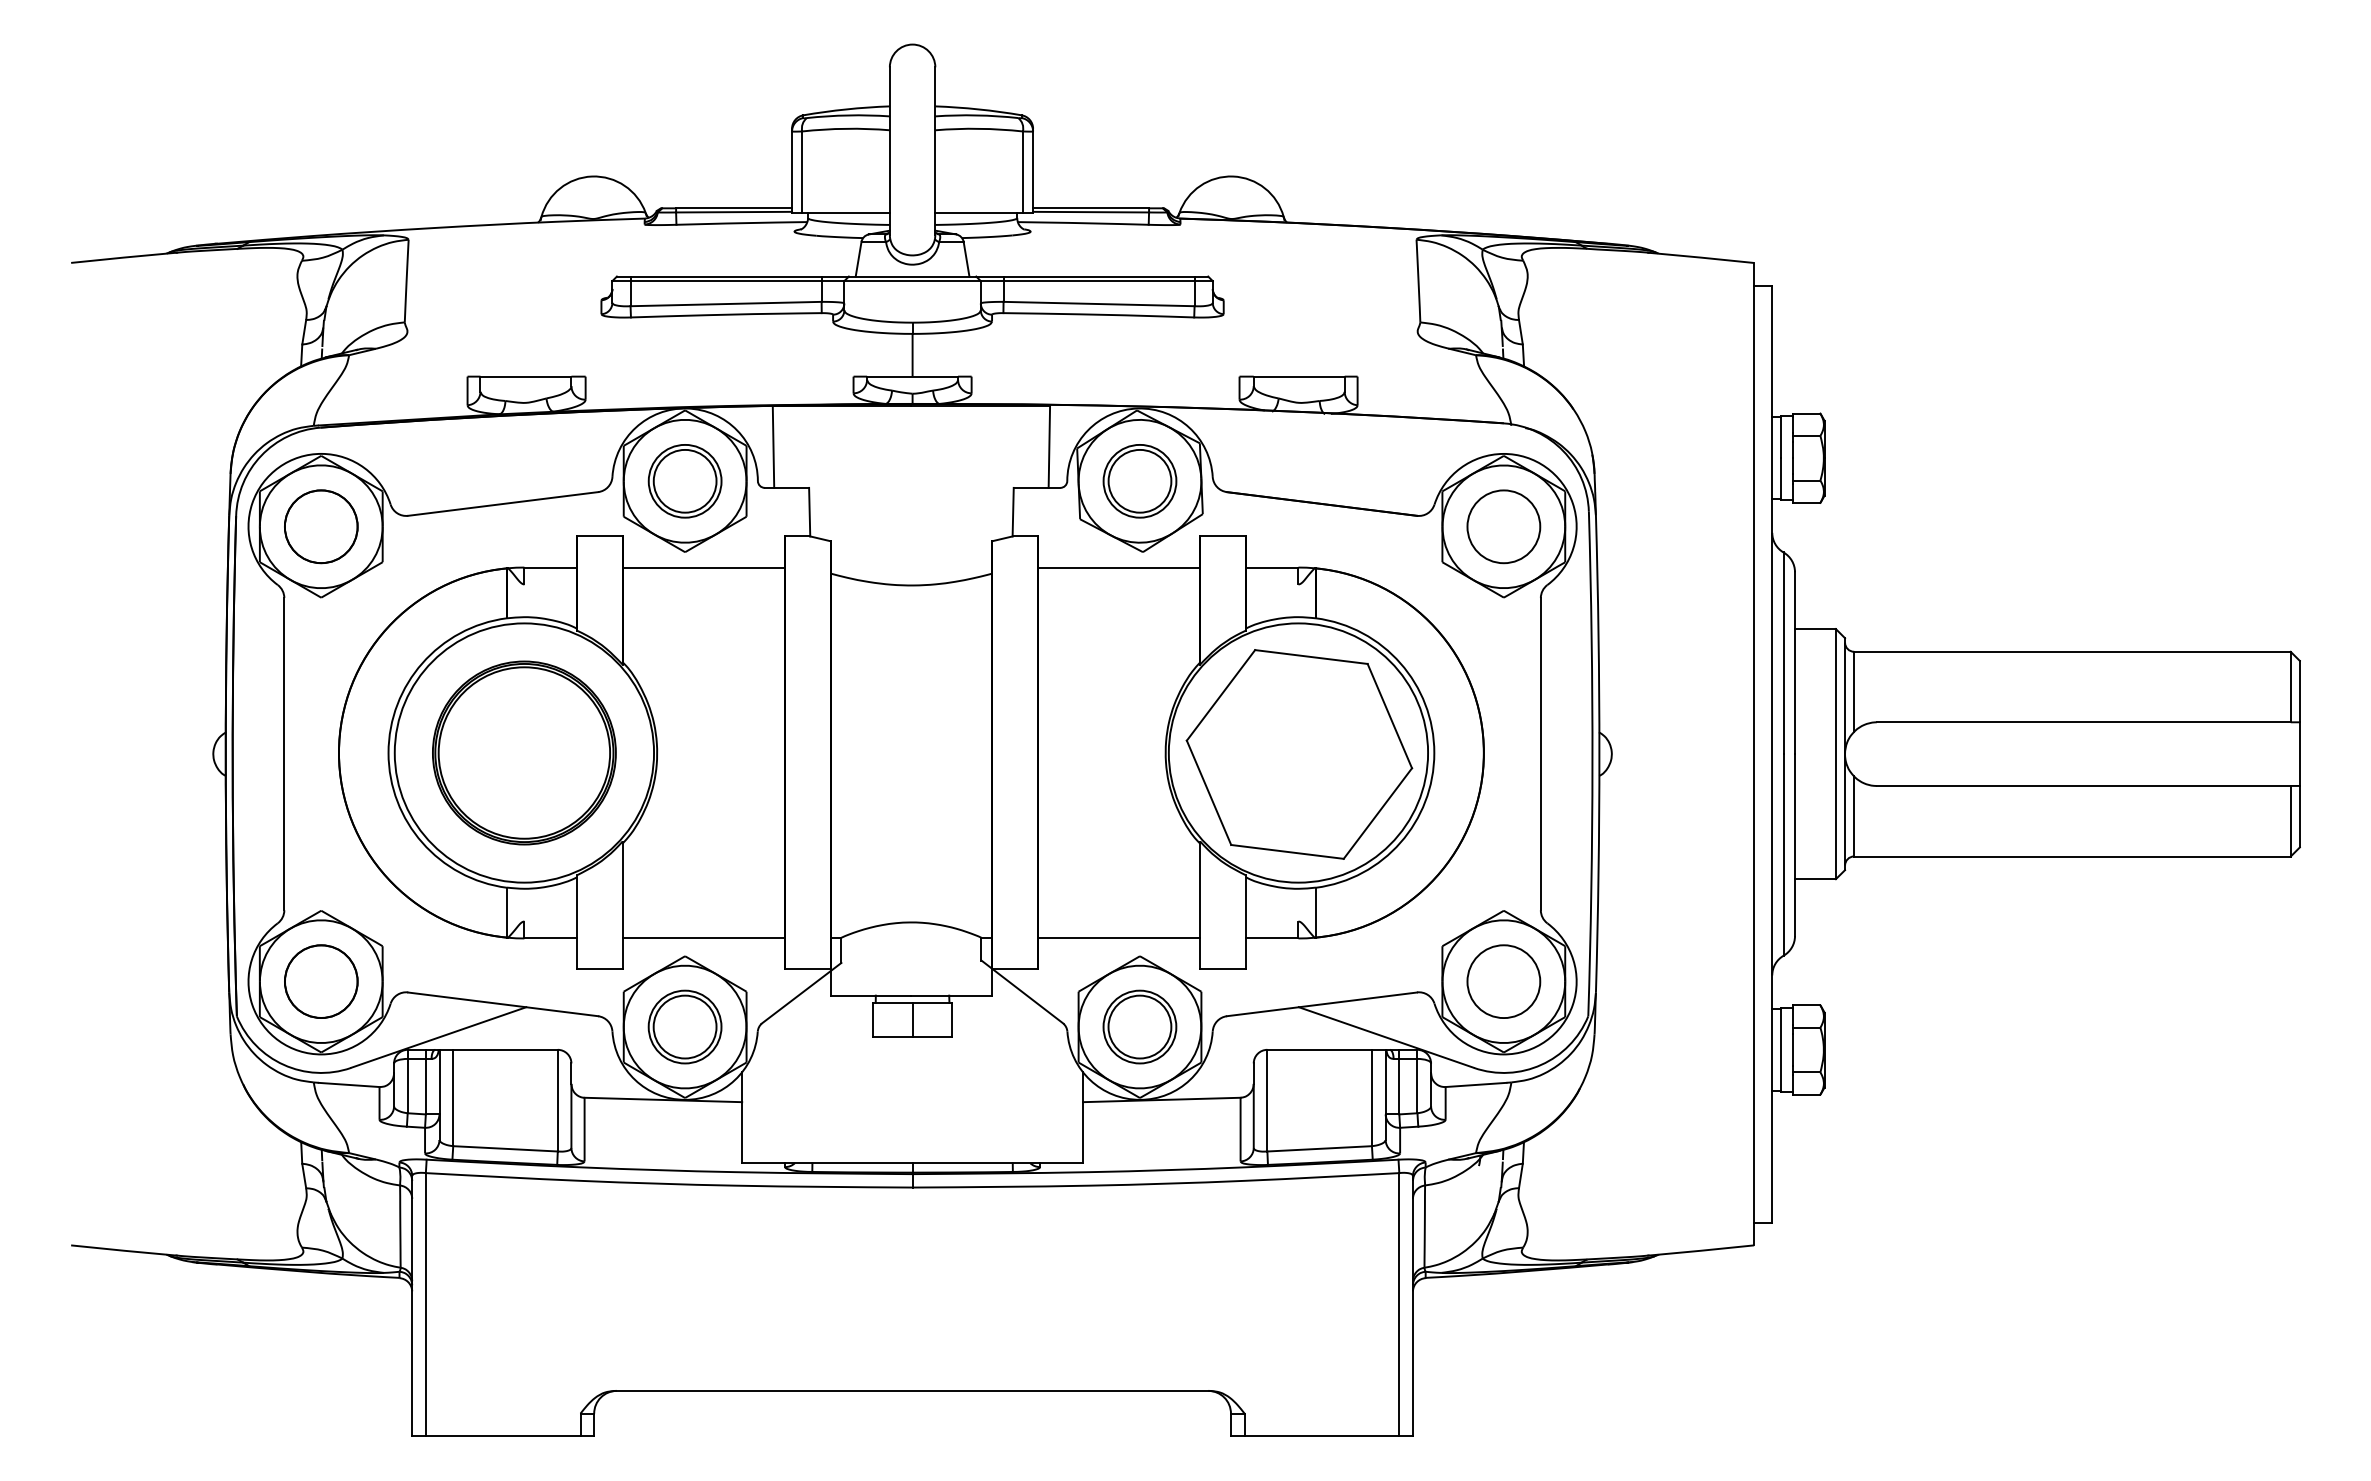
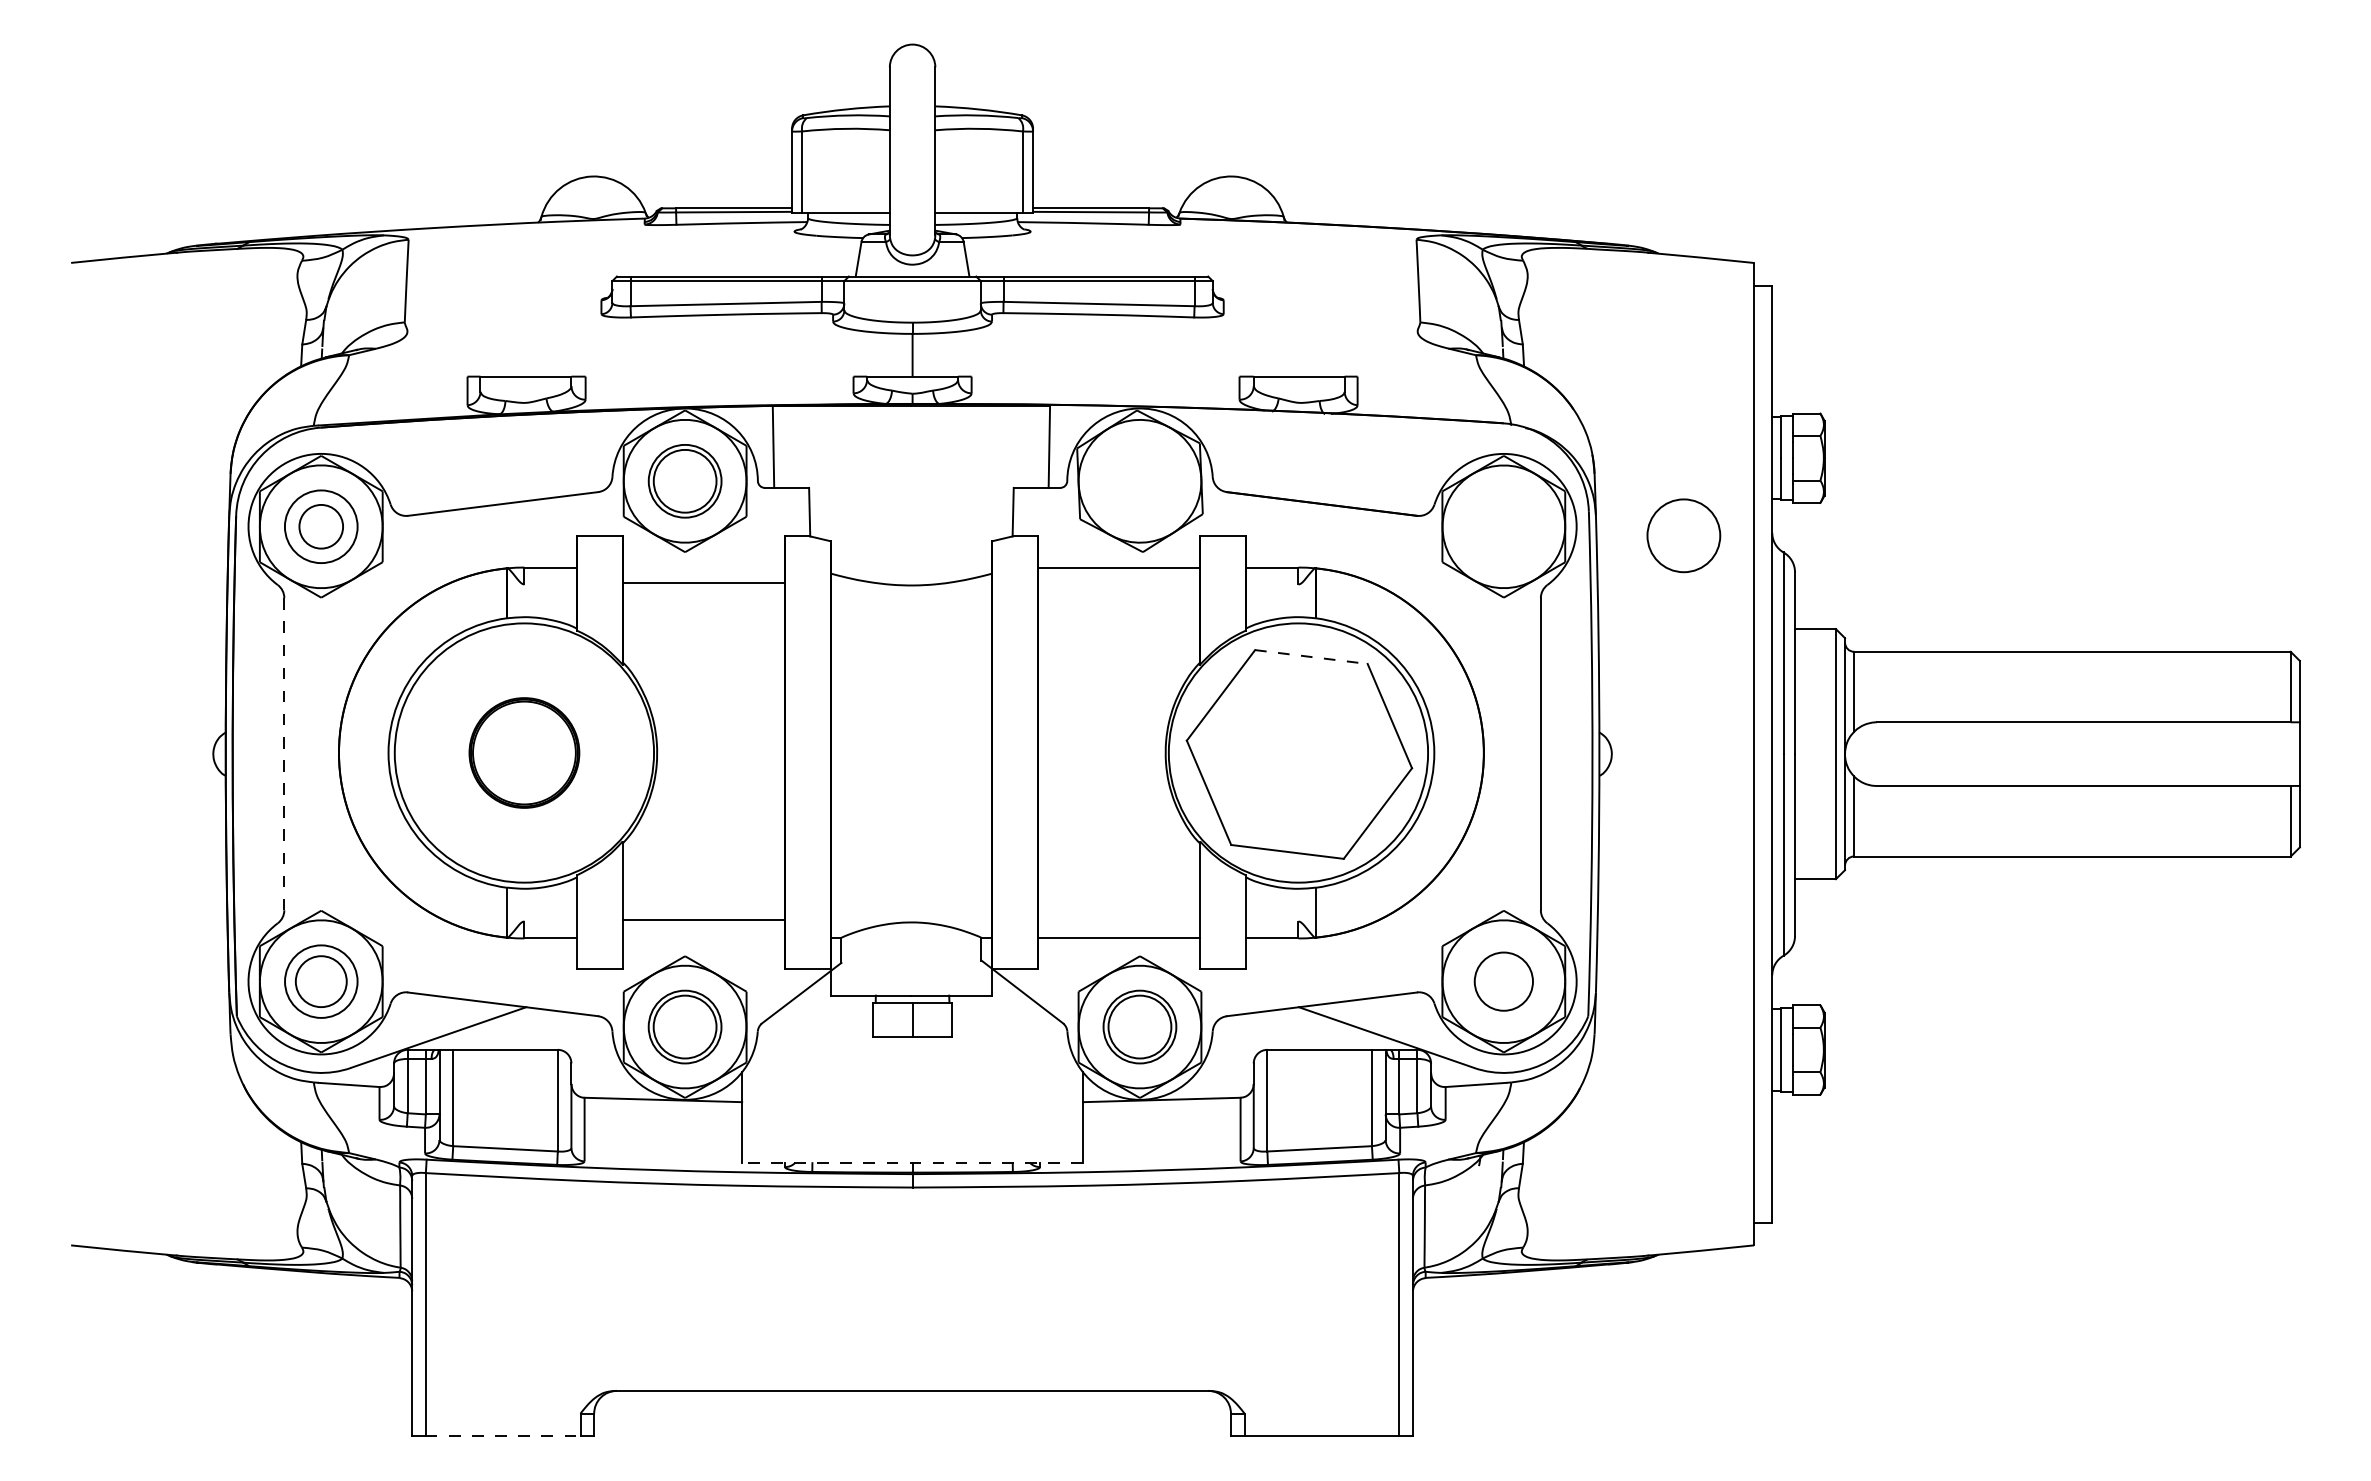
part at (1139, 481): present -> none
circle at (320, 526) diameter: 73 px -> 44 px
circle at (1503, 526) position: (1503, 526) -> (1683, 535)
line at (703, 568) position: (703, 568) -> (703, 583)
line at (1311, 657): solid -> dashed
part at (524, 752) size: 185x186 px -> 113x112 px
line at (284, 753): solid -> dashed
line at (703, 937) position: (703, 937) -> (703, 919)
circle at (320, 981) diameter: 73 px -> 51 px
circle at (1503, 981) diameter: 73 px -> 58 px
line at (912, 1163): solid -> dashed
line at (503, 1436): solid -> dashed
